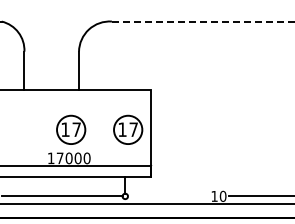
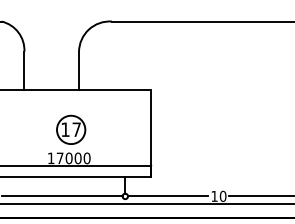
line at (203, 21): dashed -> solid
part at (128, 129): present -> none
line at (168, 196): none -> present
